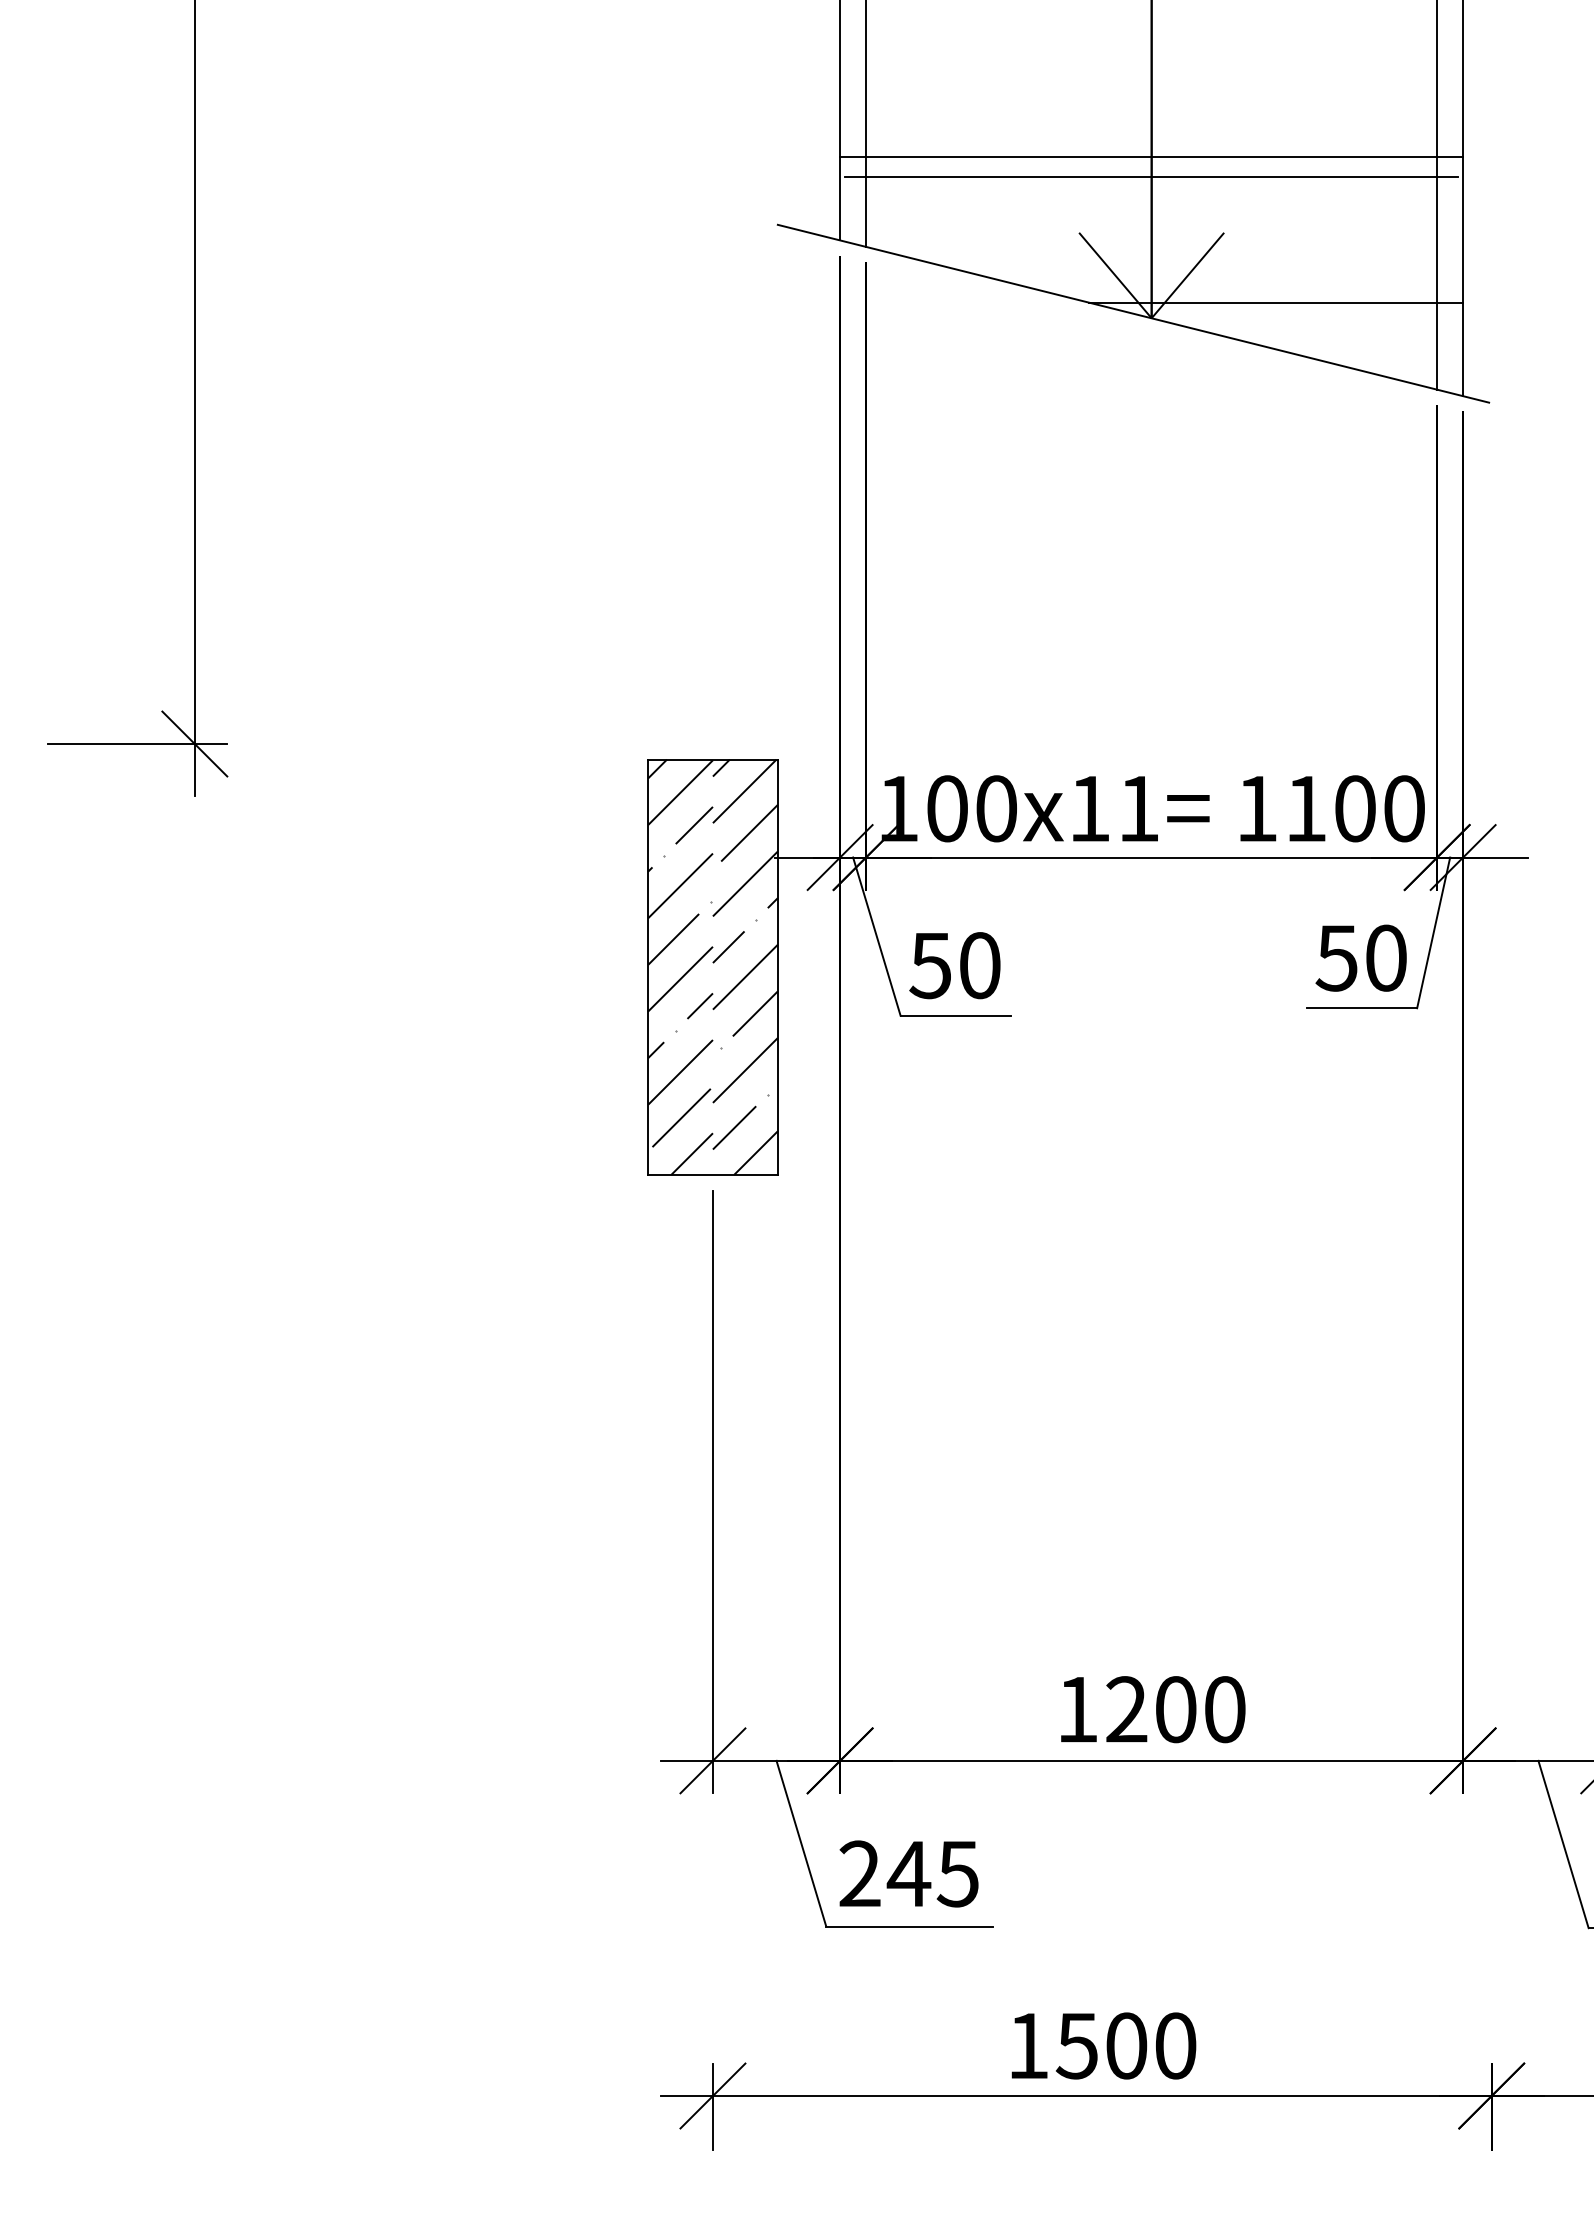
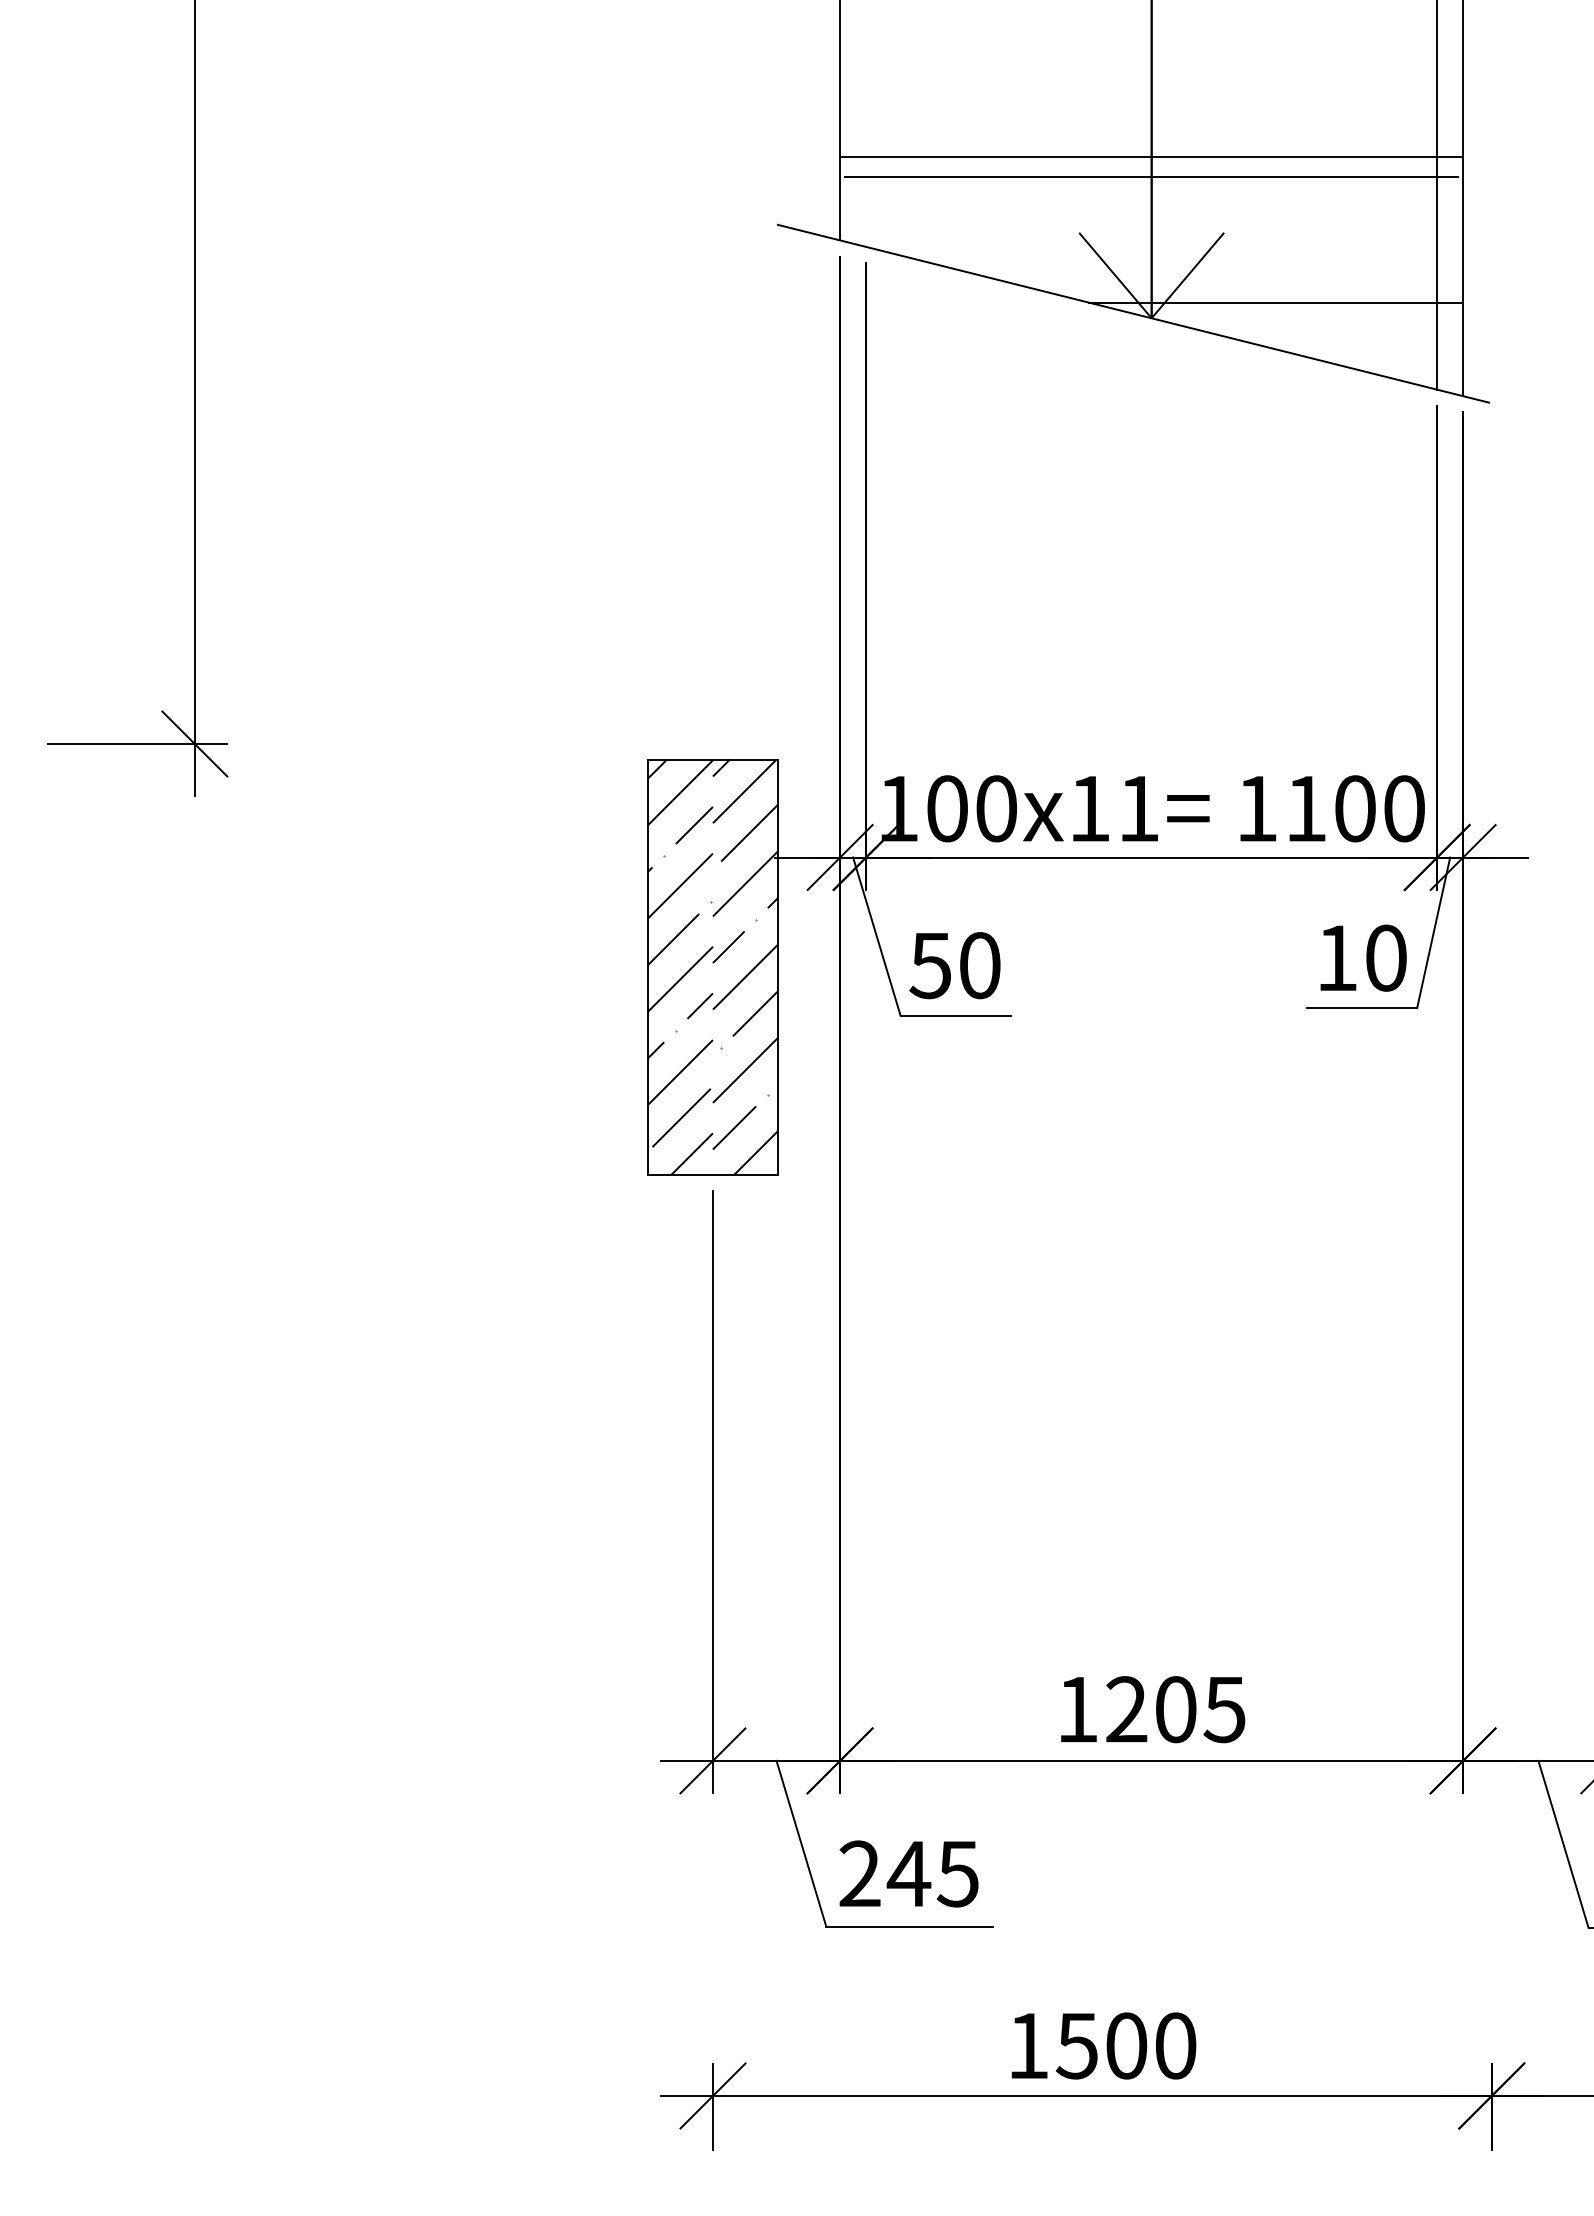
line at (866, 124): present -> none
text at (1336, 958): 50 -> 10
text at (1224, 1709): 1200 -> 1205
